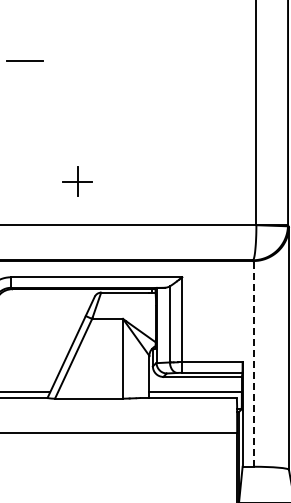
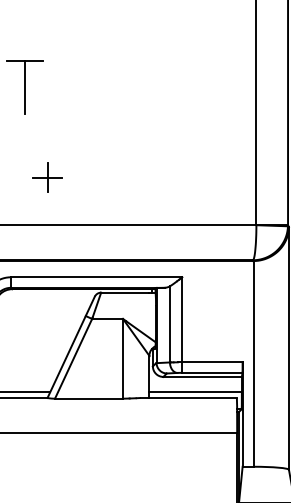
line at (25, 86): none -> present
part at (77, 181) position: (77, 181) -> (47, 177)
line at (253, 363): dashed -> solid
